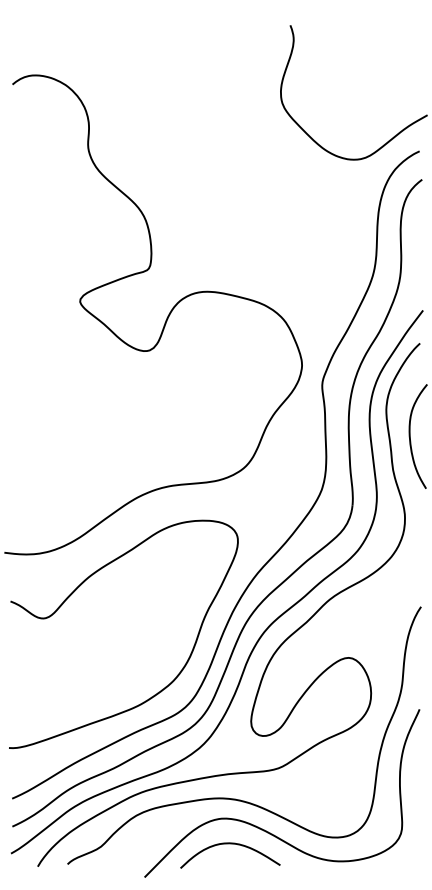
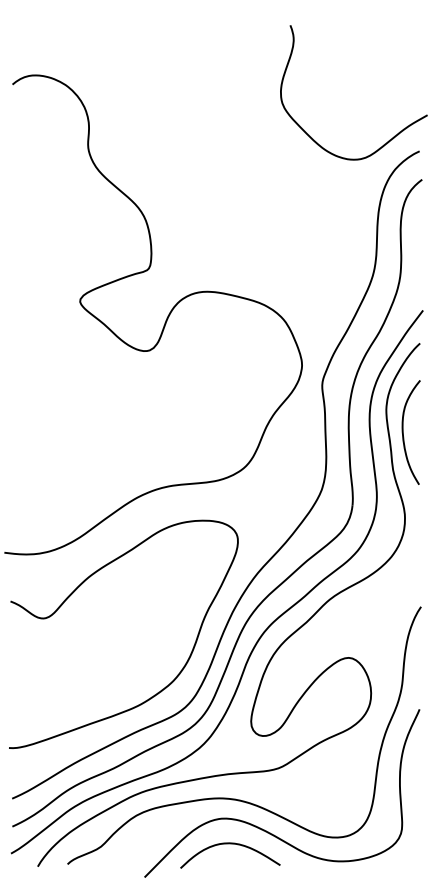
curve at (410, 436) position: (410, 436) -> (403, 432)
